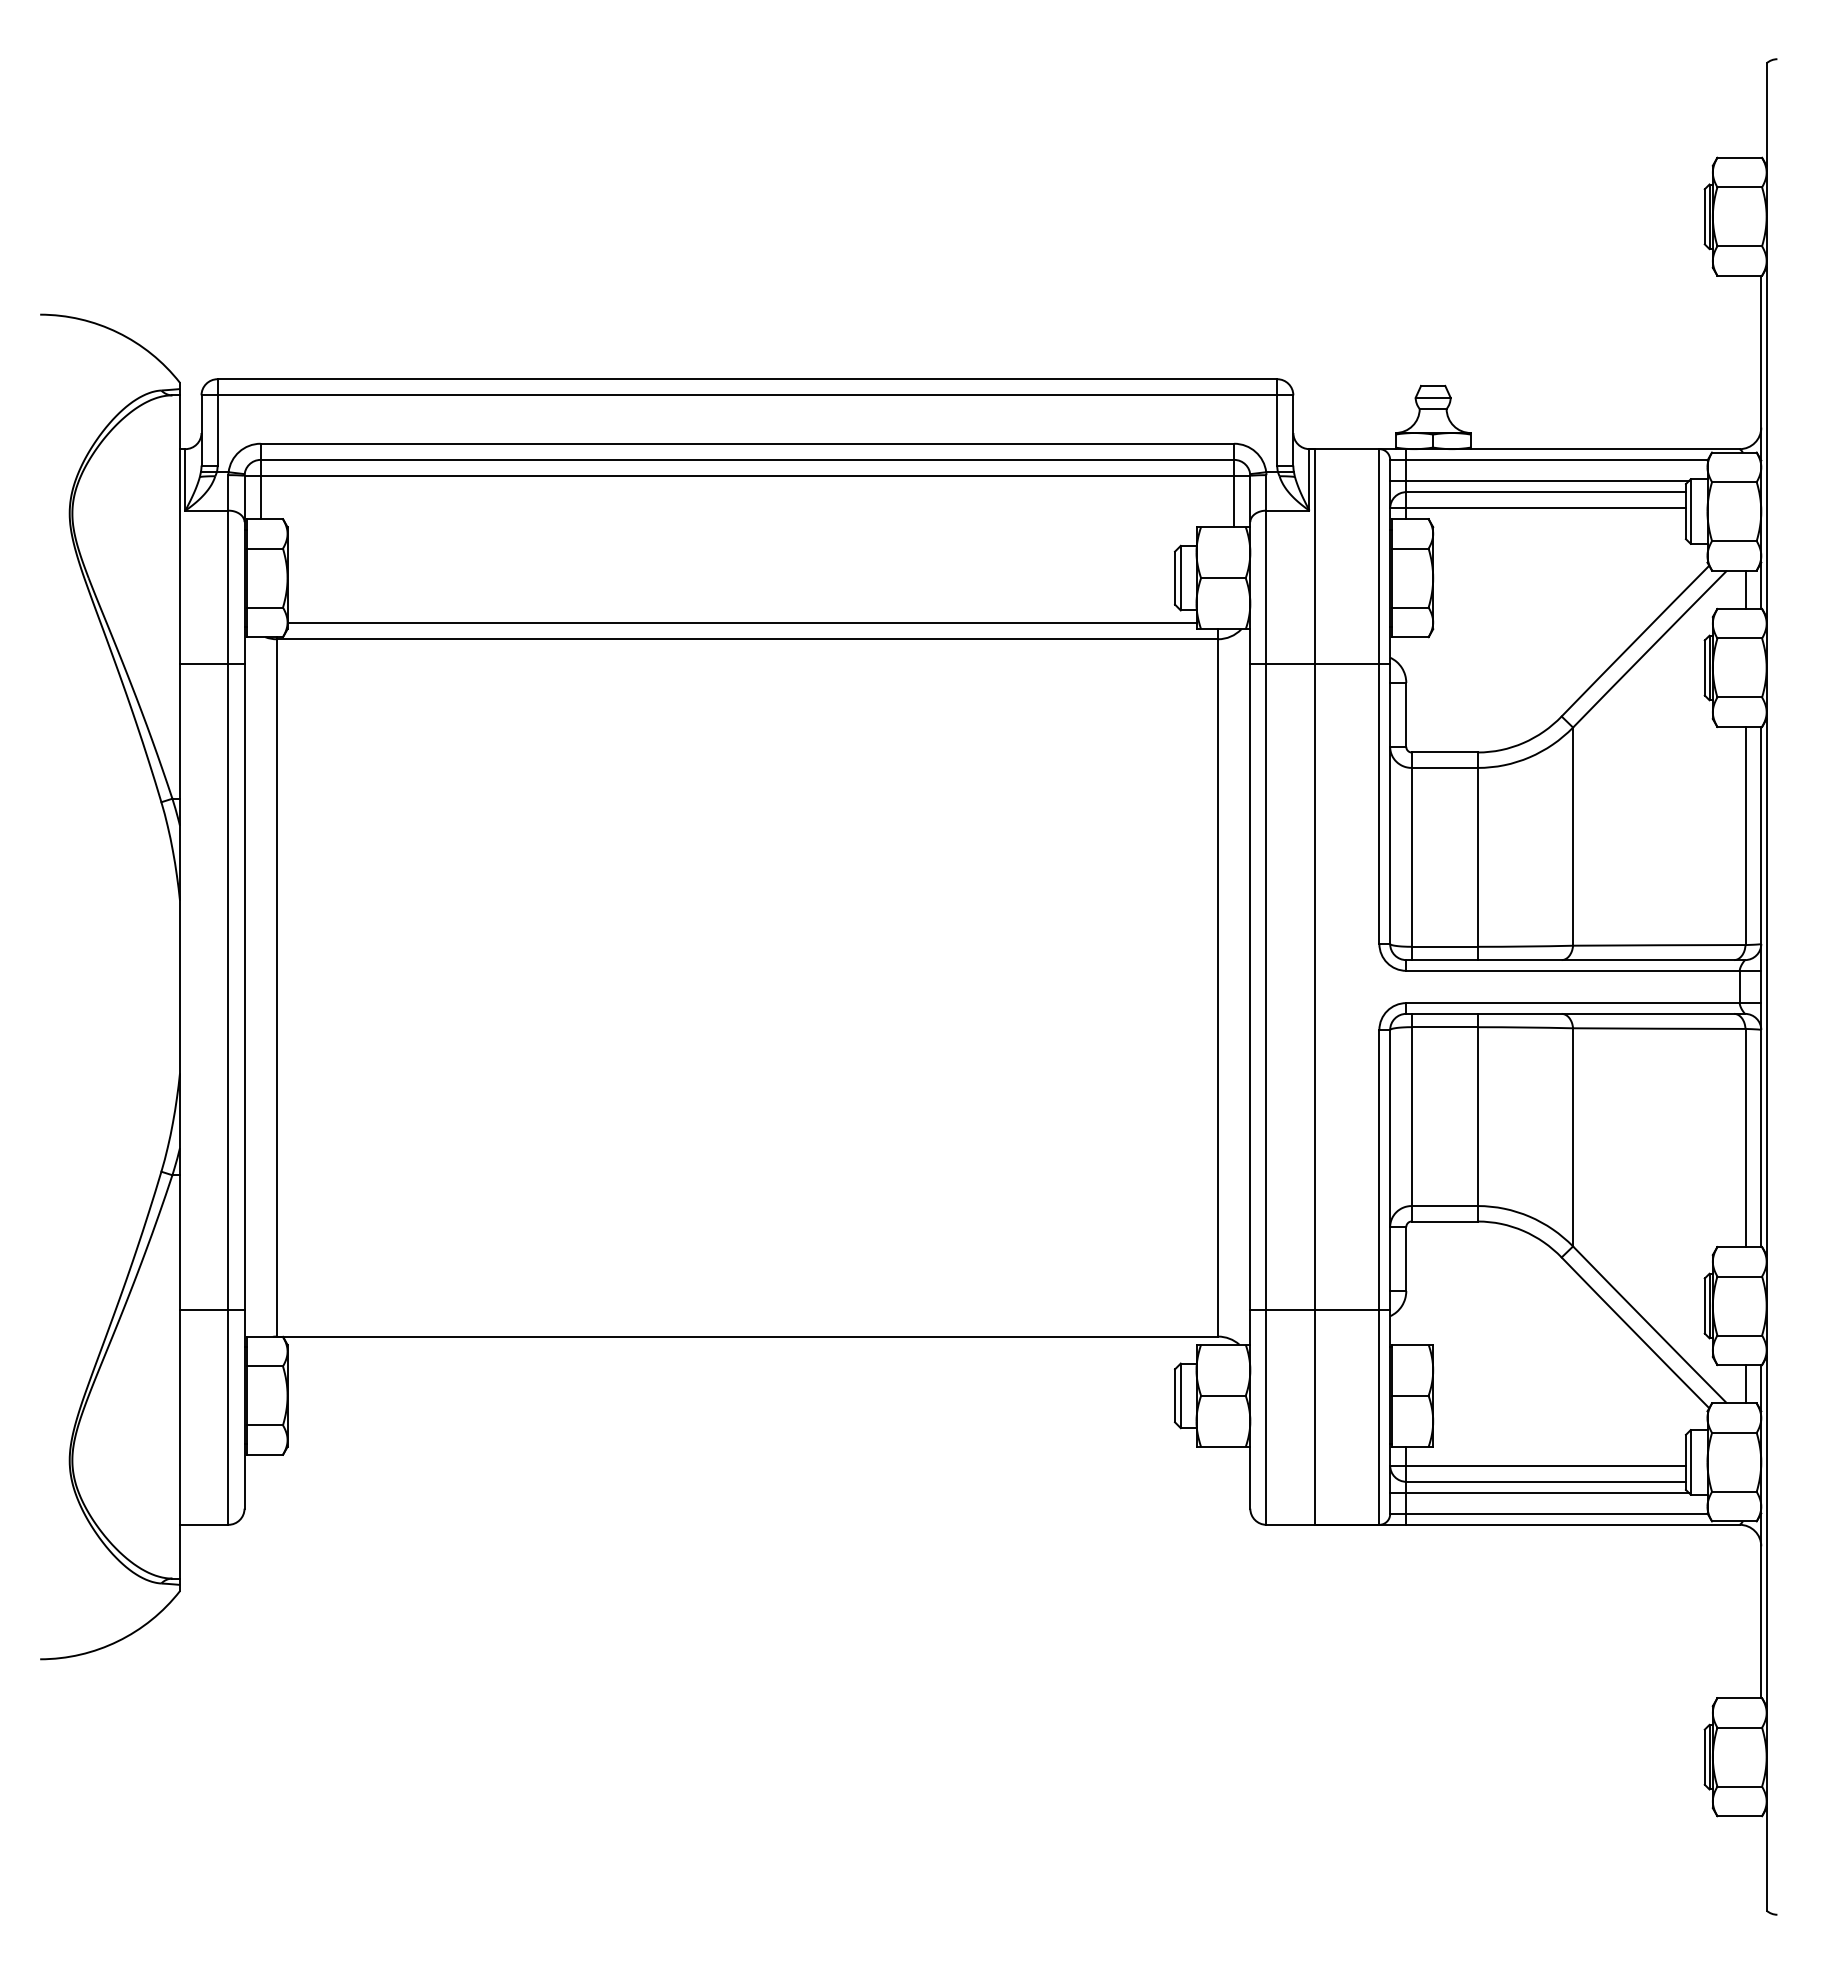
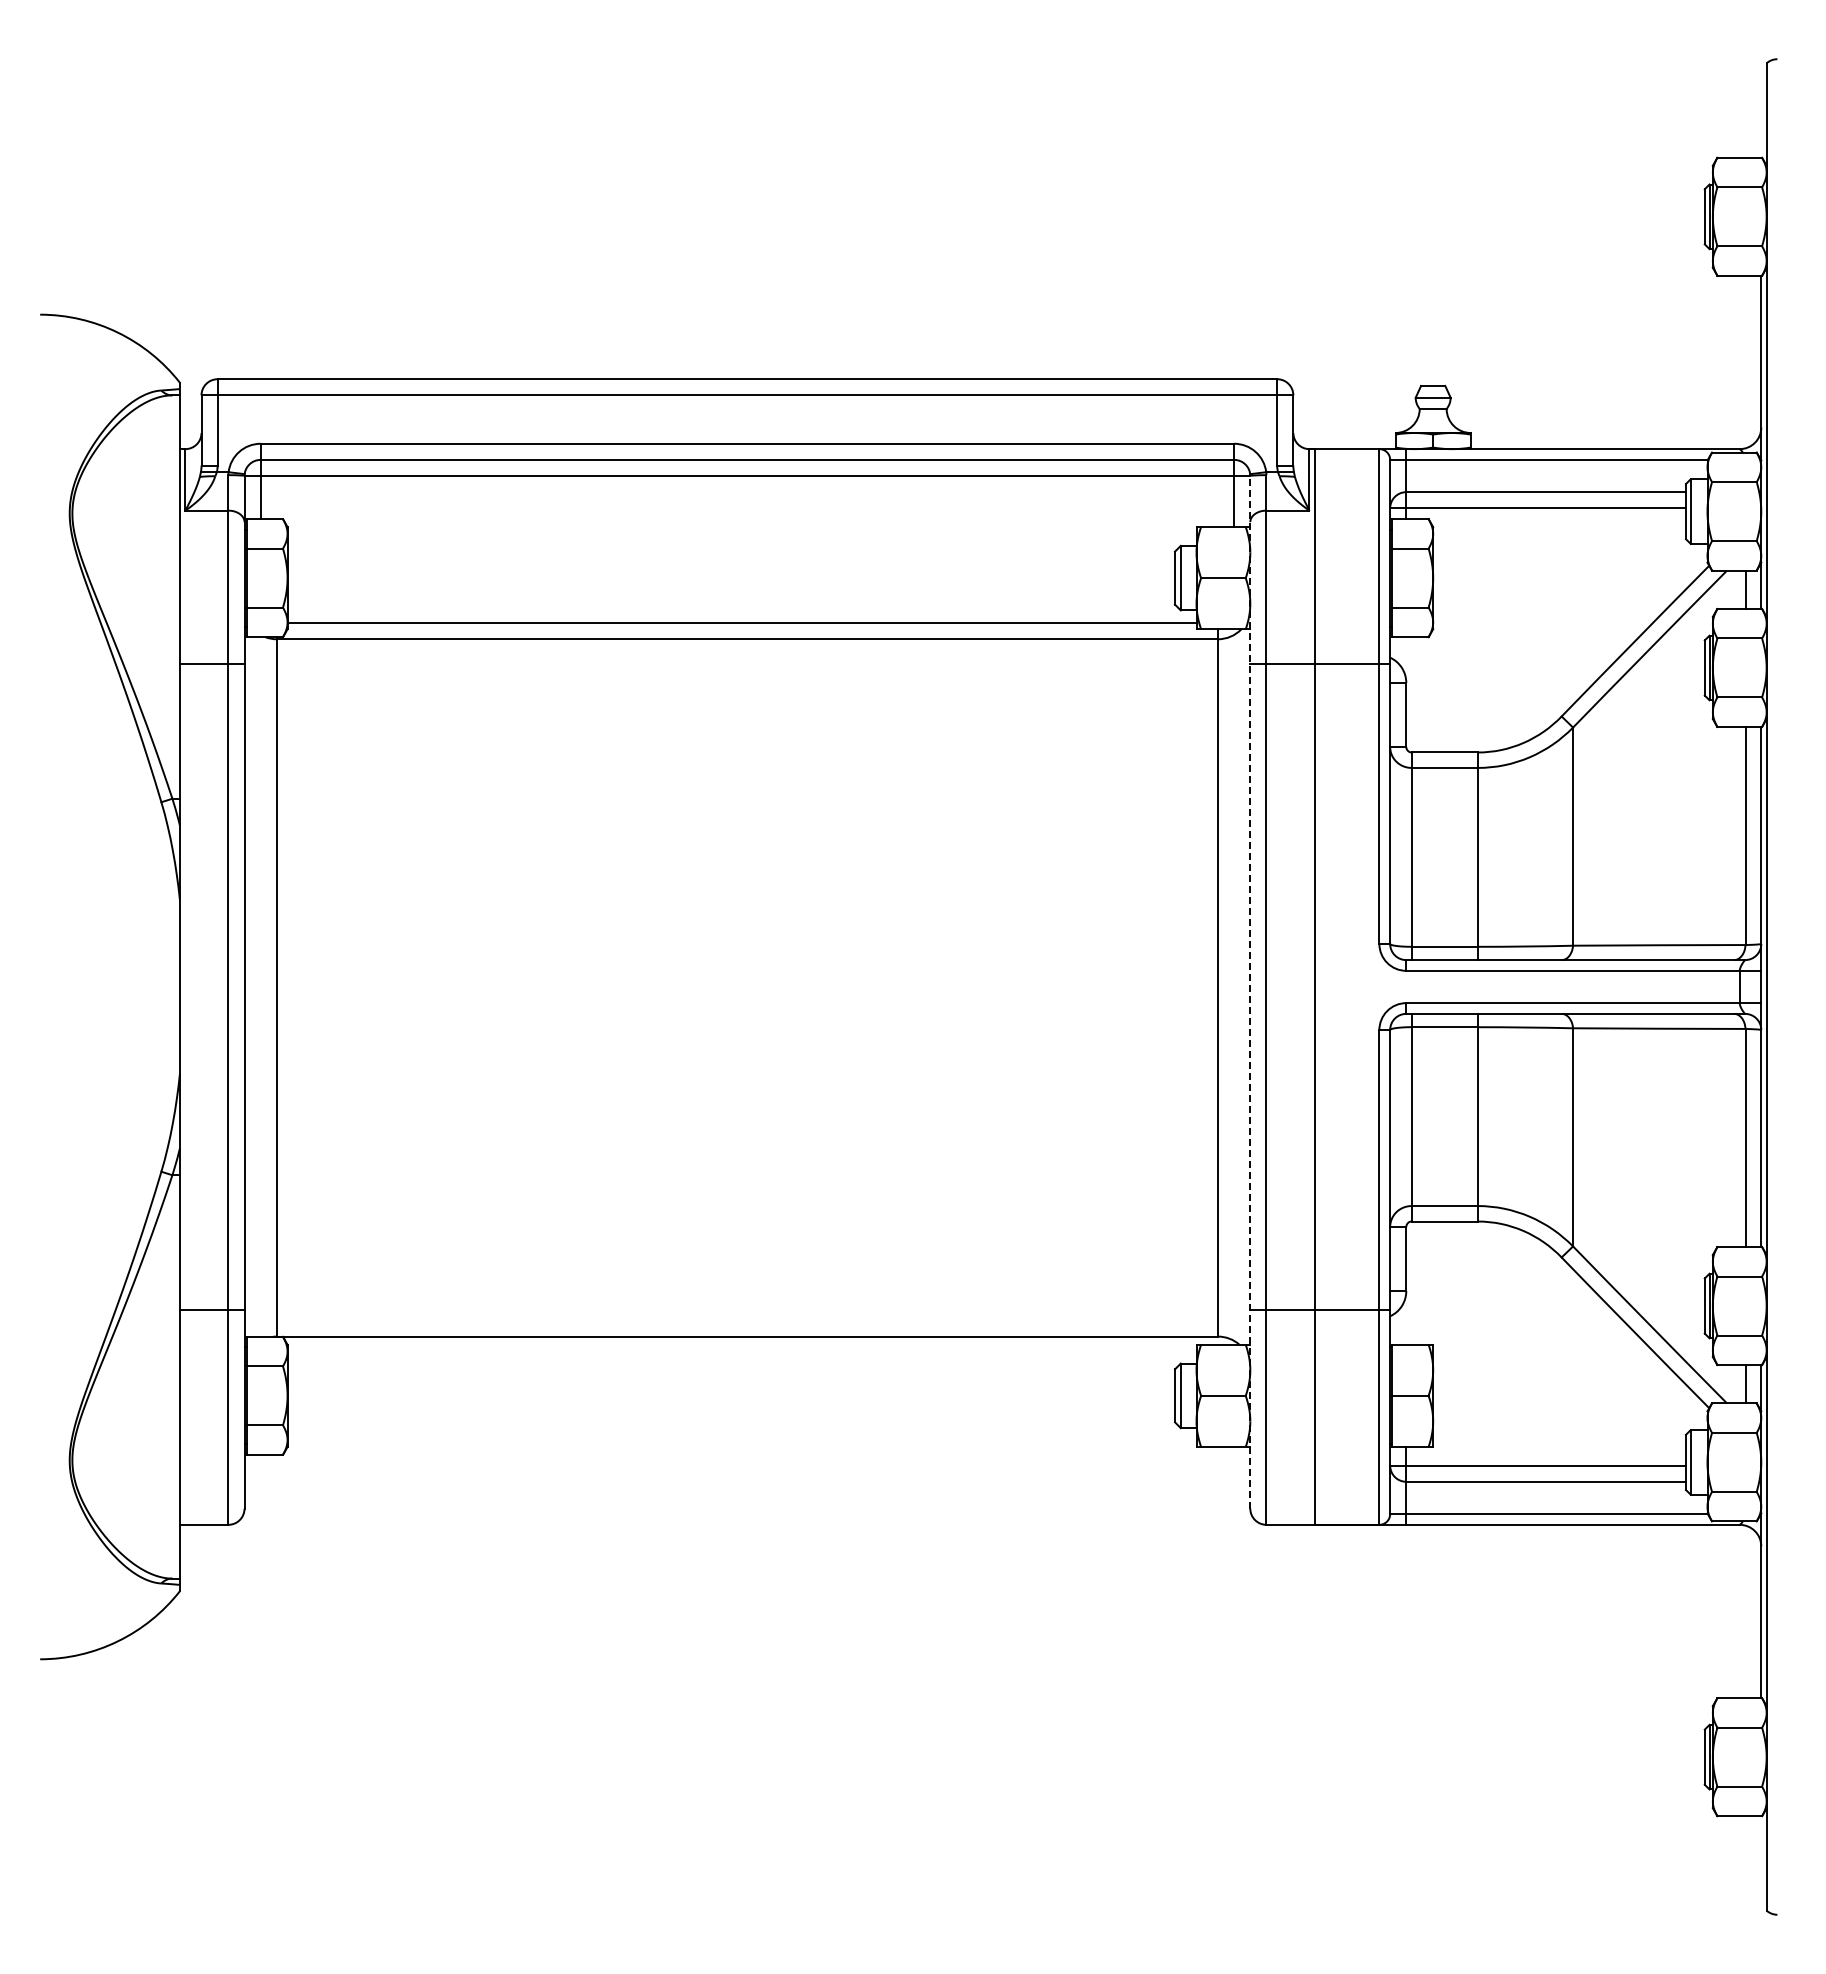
line at (1539, 481): present -> none
line at (1250, 991): solid -> dashed
line at (1539, 1492): present -> none
